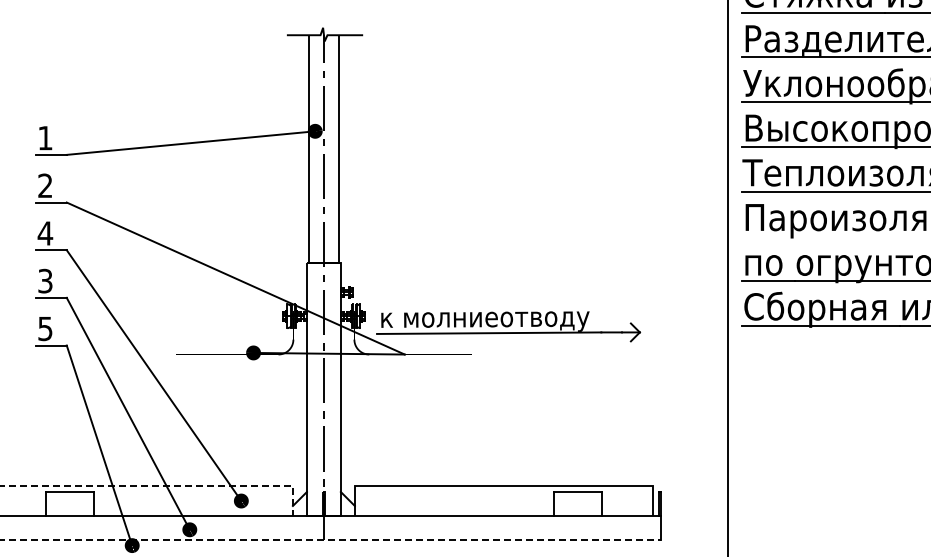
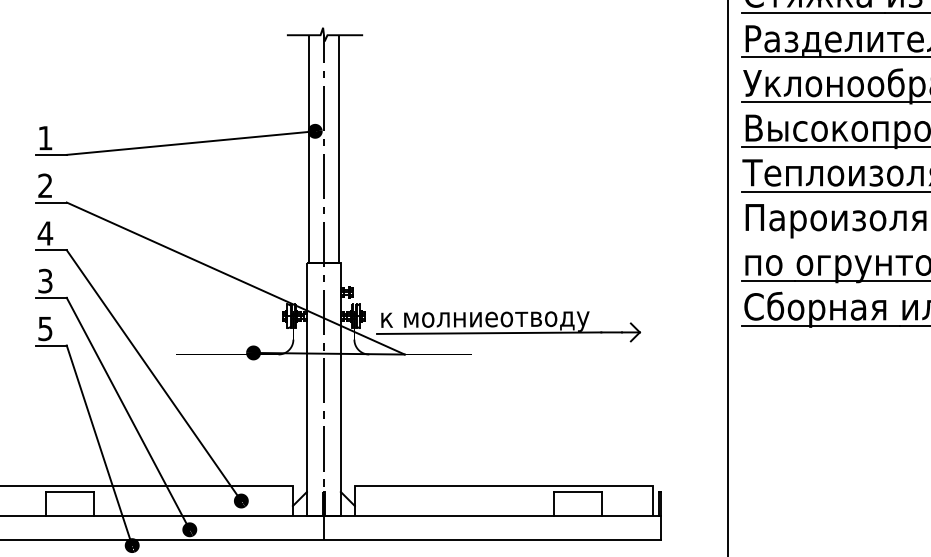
line at (162, 486): dashed -> solid
line at (331, 539): dashed -> solid
